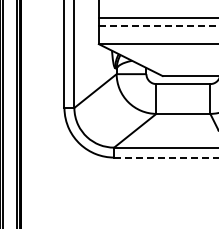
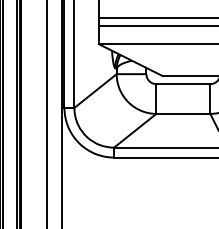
line at (158, 26): dashed -> solid
line at (46, 113): none -> present
line at (61, 113): none -> present
line at (167, 157): dashed -> solid
